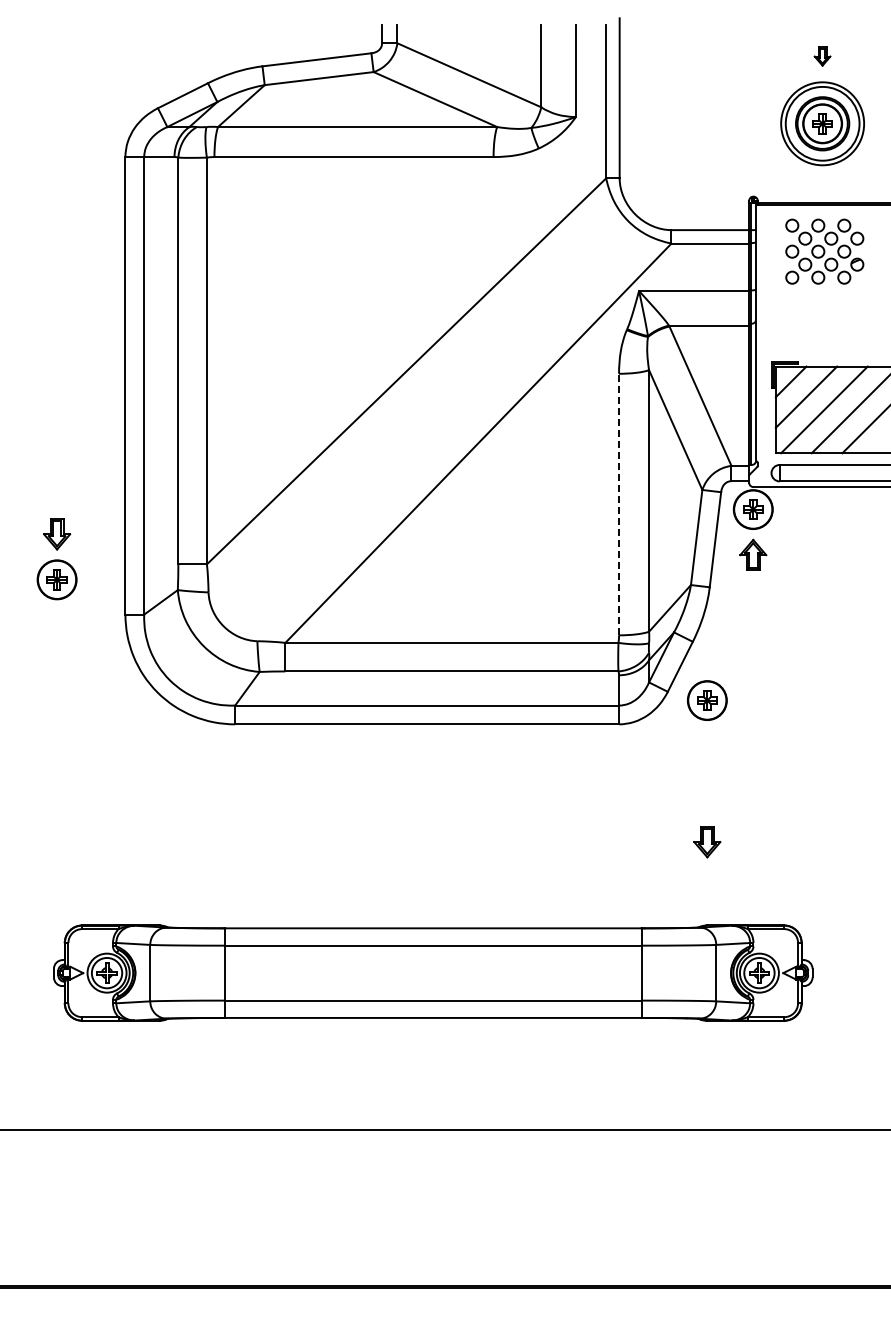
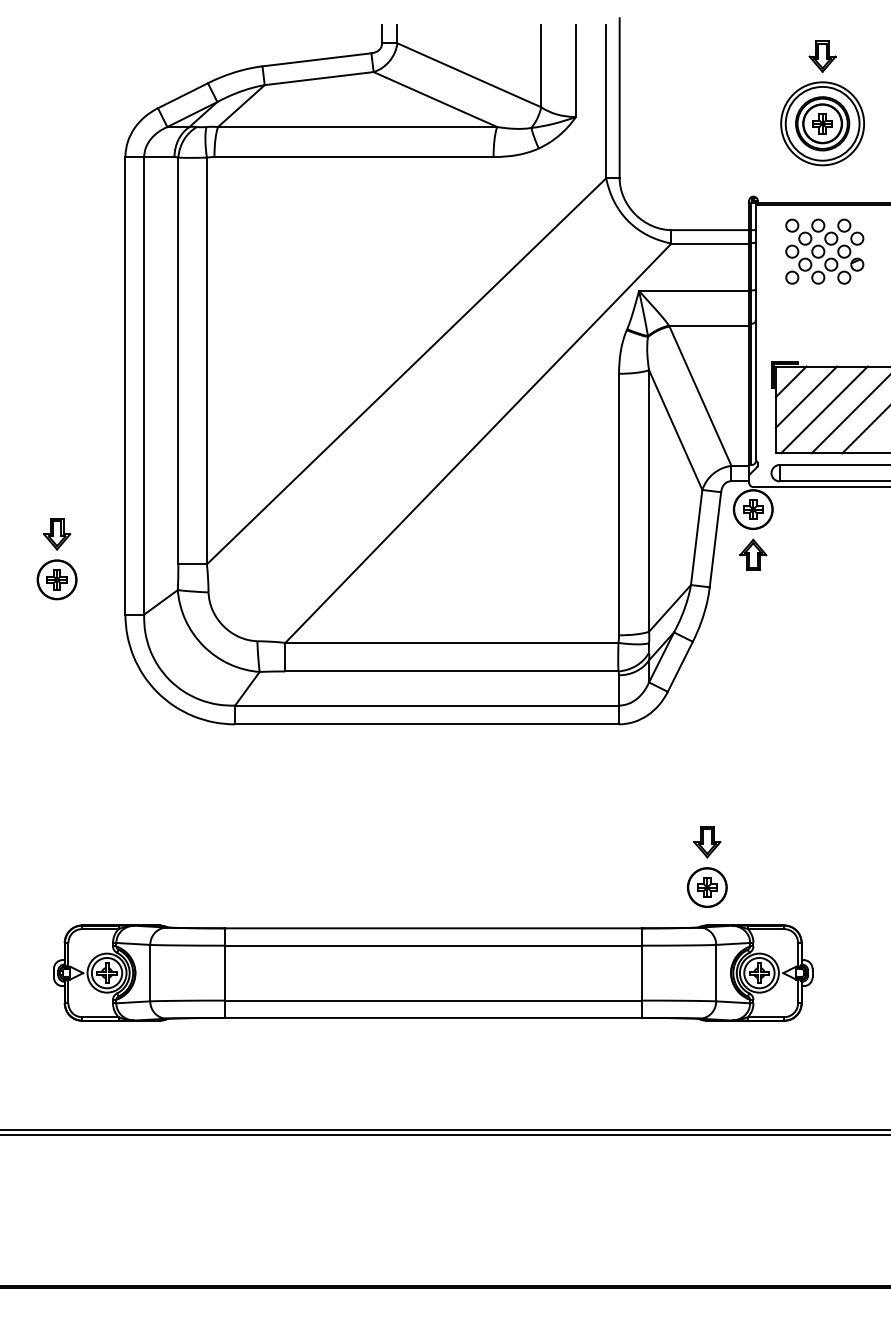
part at (822, 56) size: 19x21 px -> 29x33 px
line at (619, 504): dashed -> solid
part at (707, 700) position: (707, 700) -> (707, 887)
line at (444, 1134): none -> present
